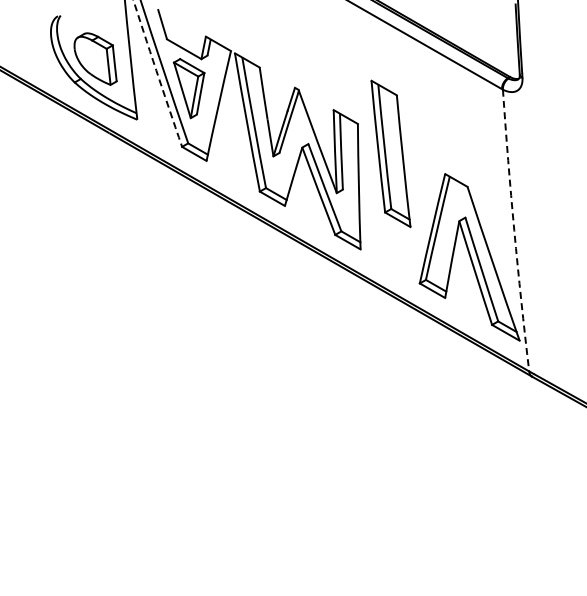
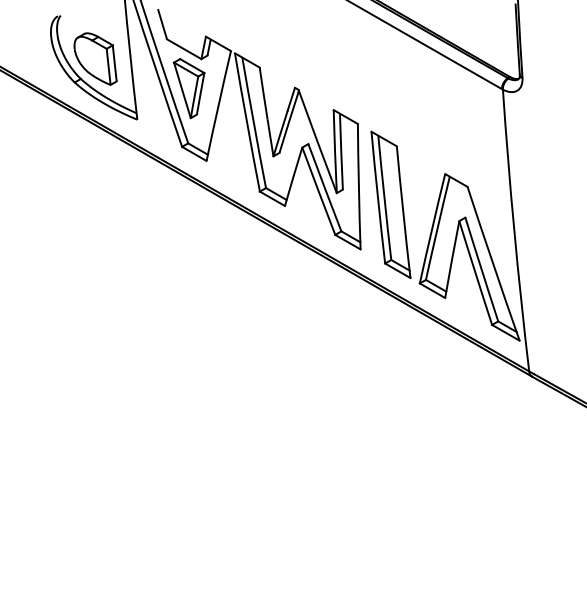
arc at (157, 73): dashed -> solid
part at (390, 153) position: (390, 153) -> (390, 204)
arc at (514, 230): dashed -> solid
